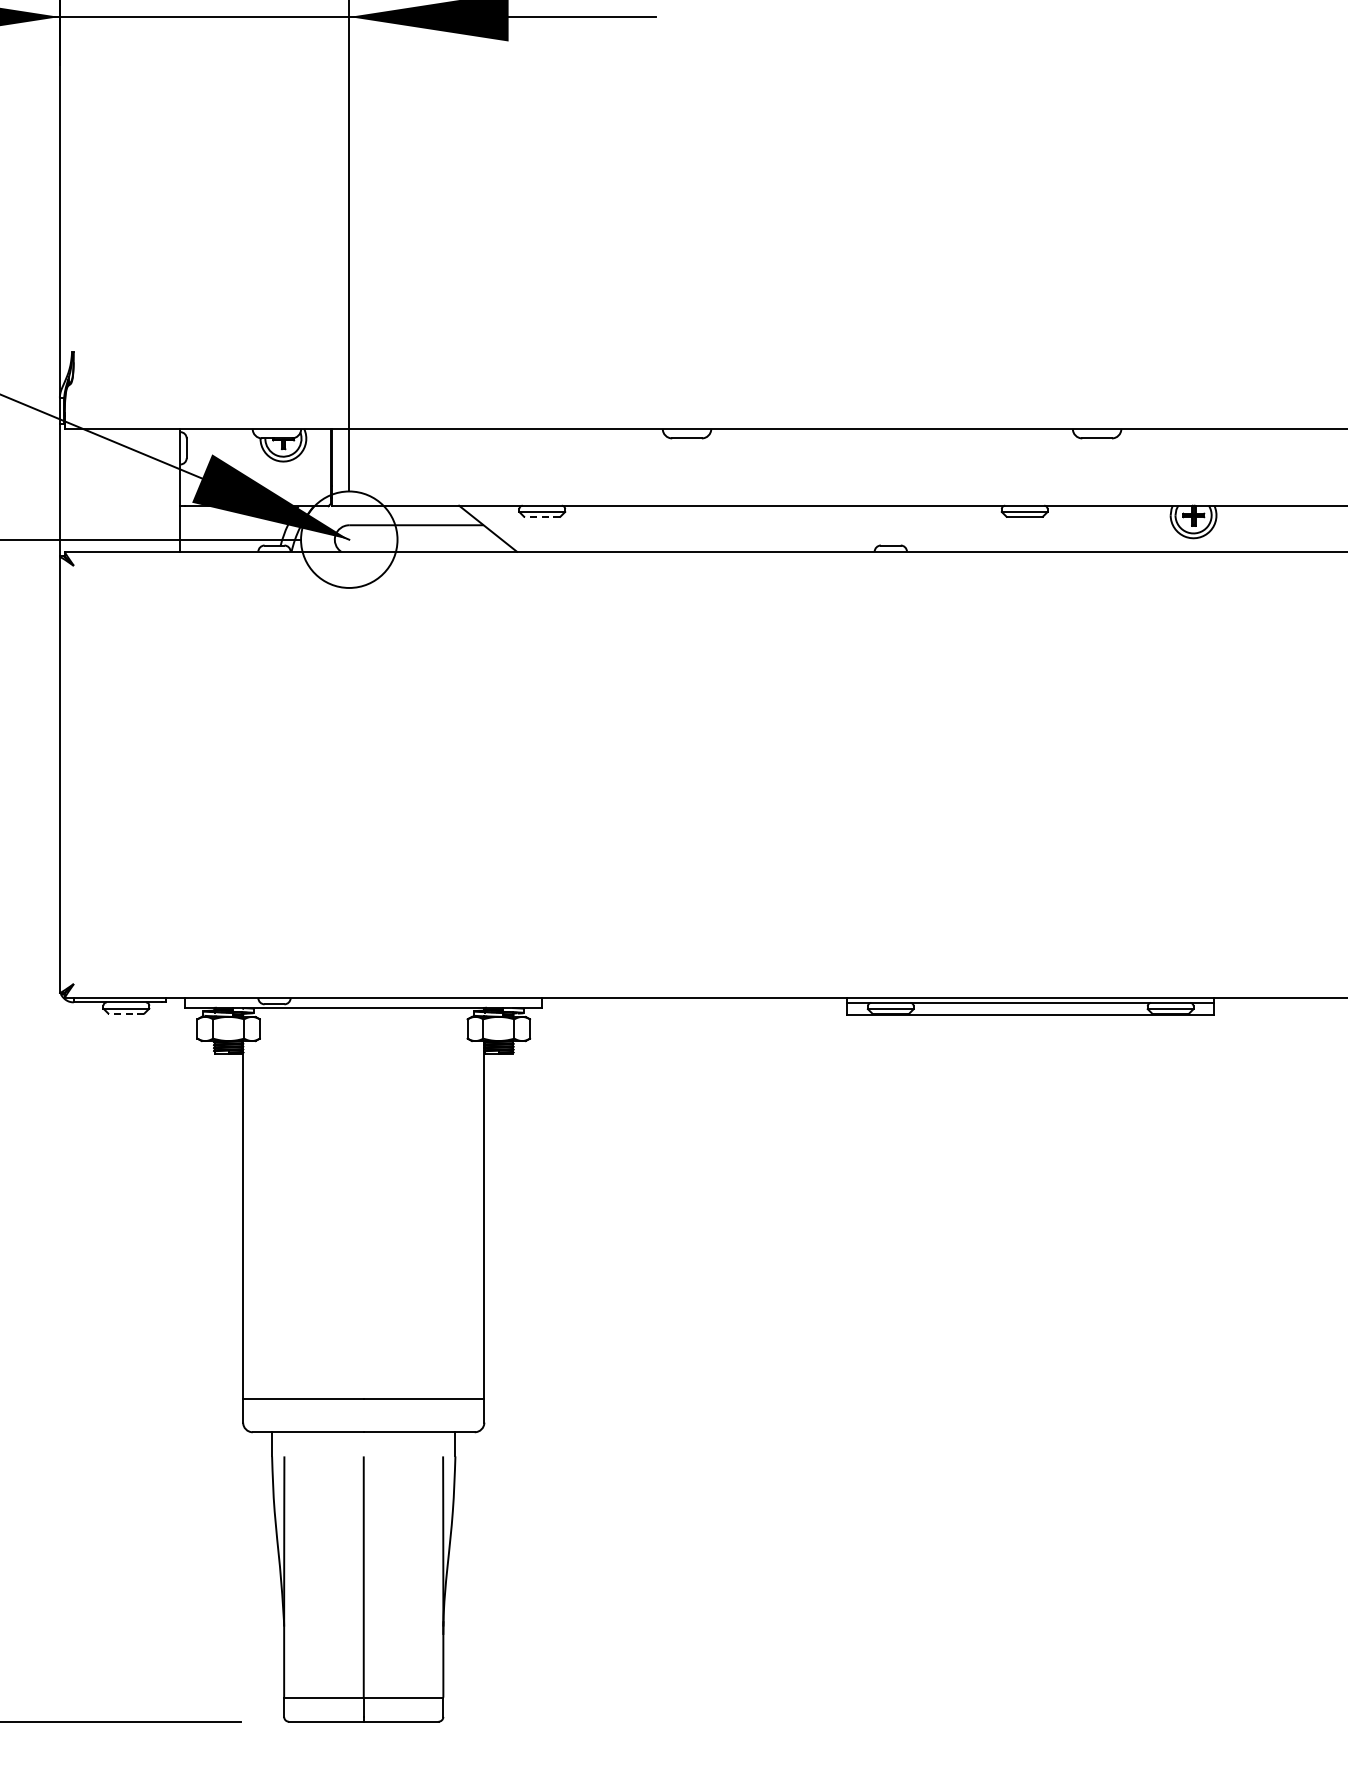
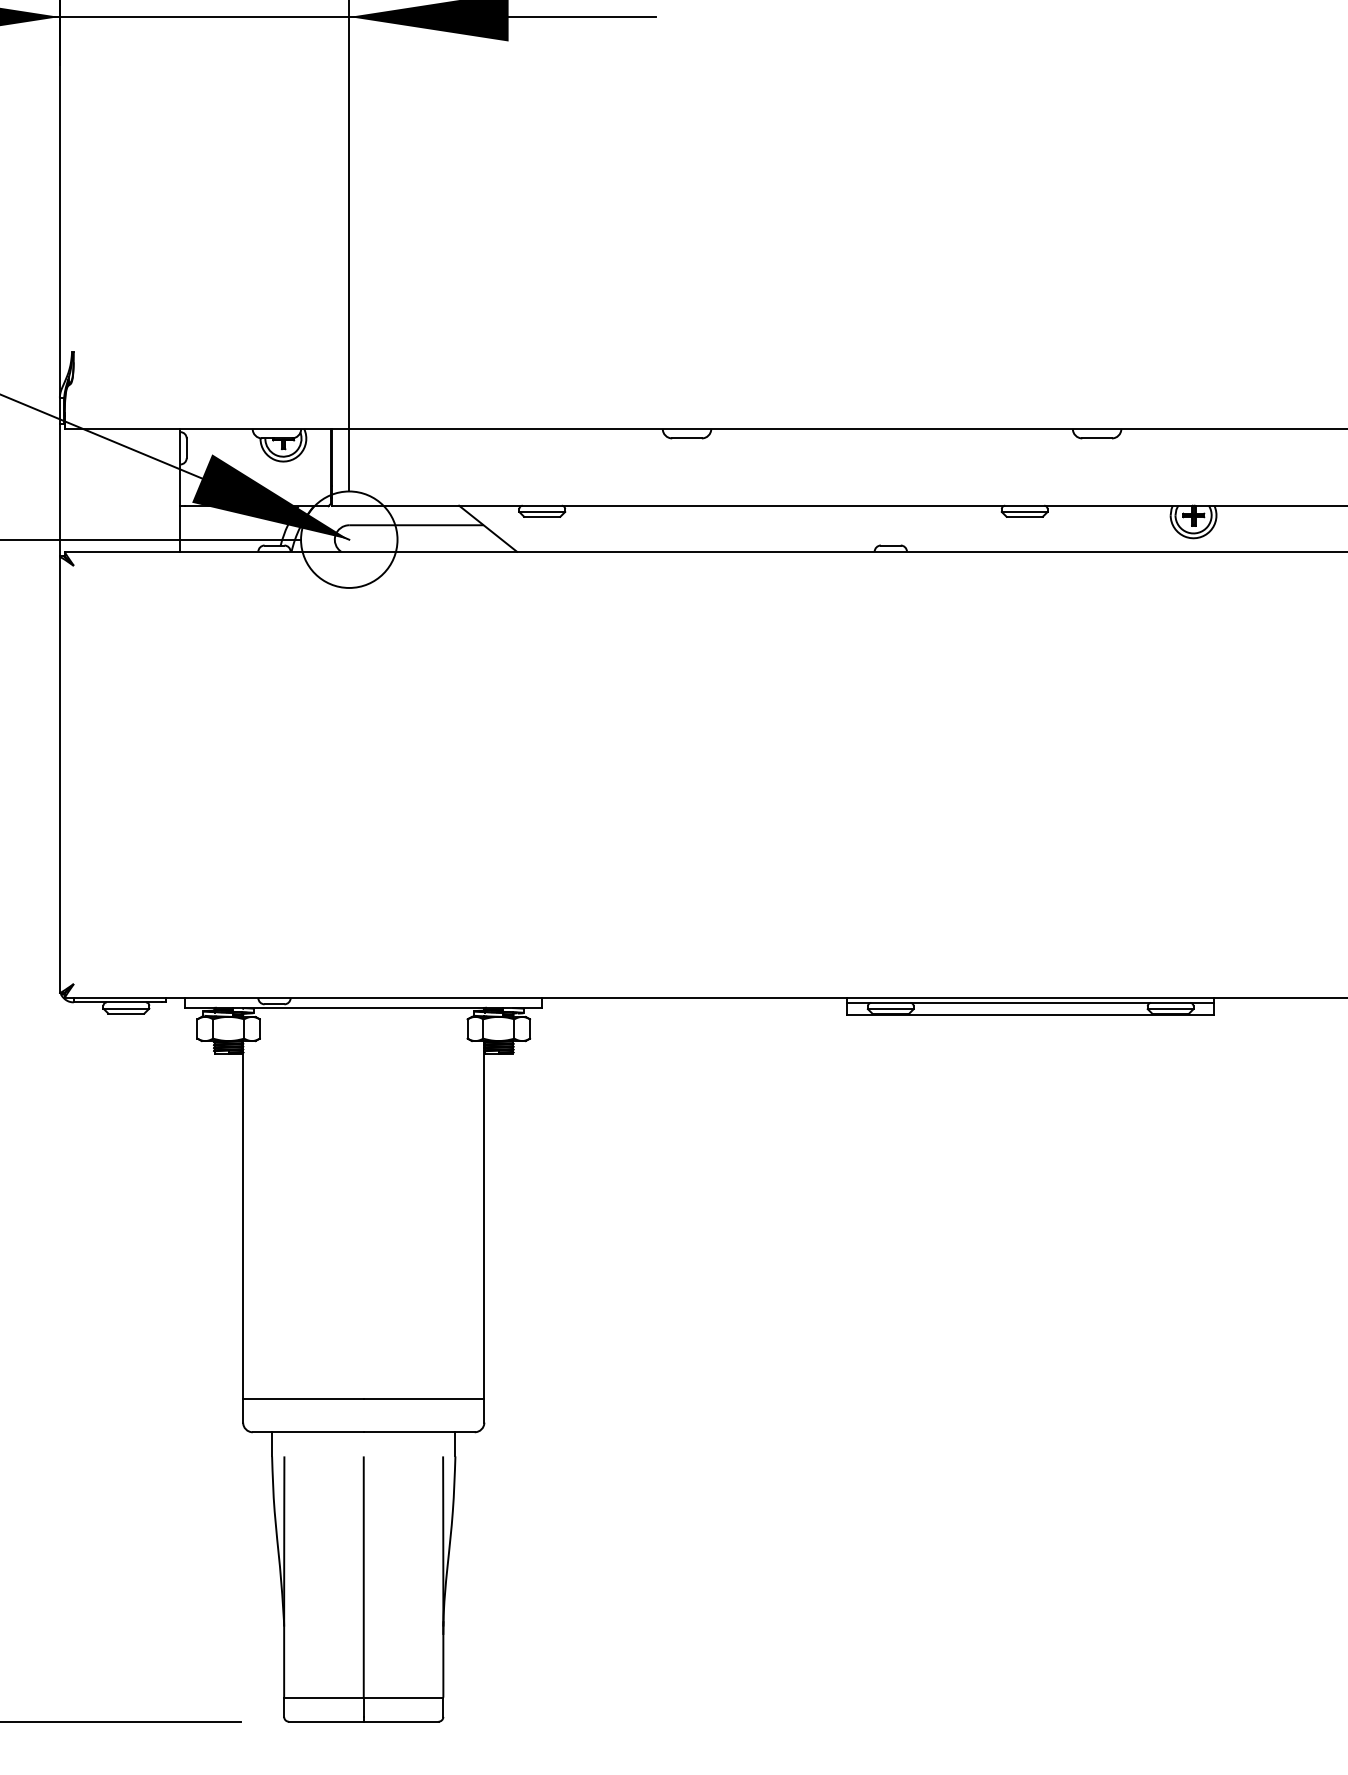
line at (541, 516): dashed -> solid
line at (125, 1013): dashed -> solid
